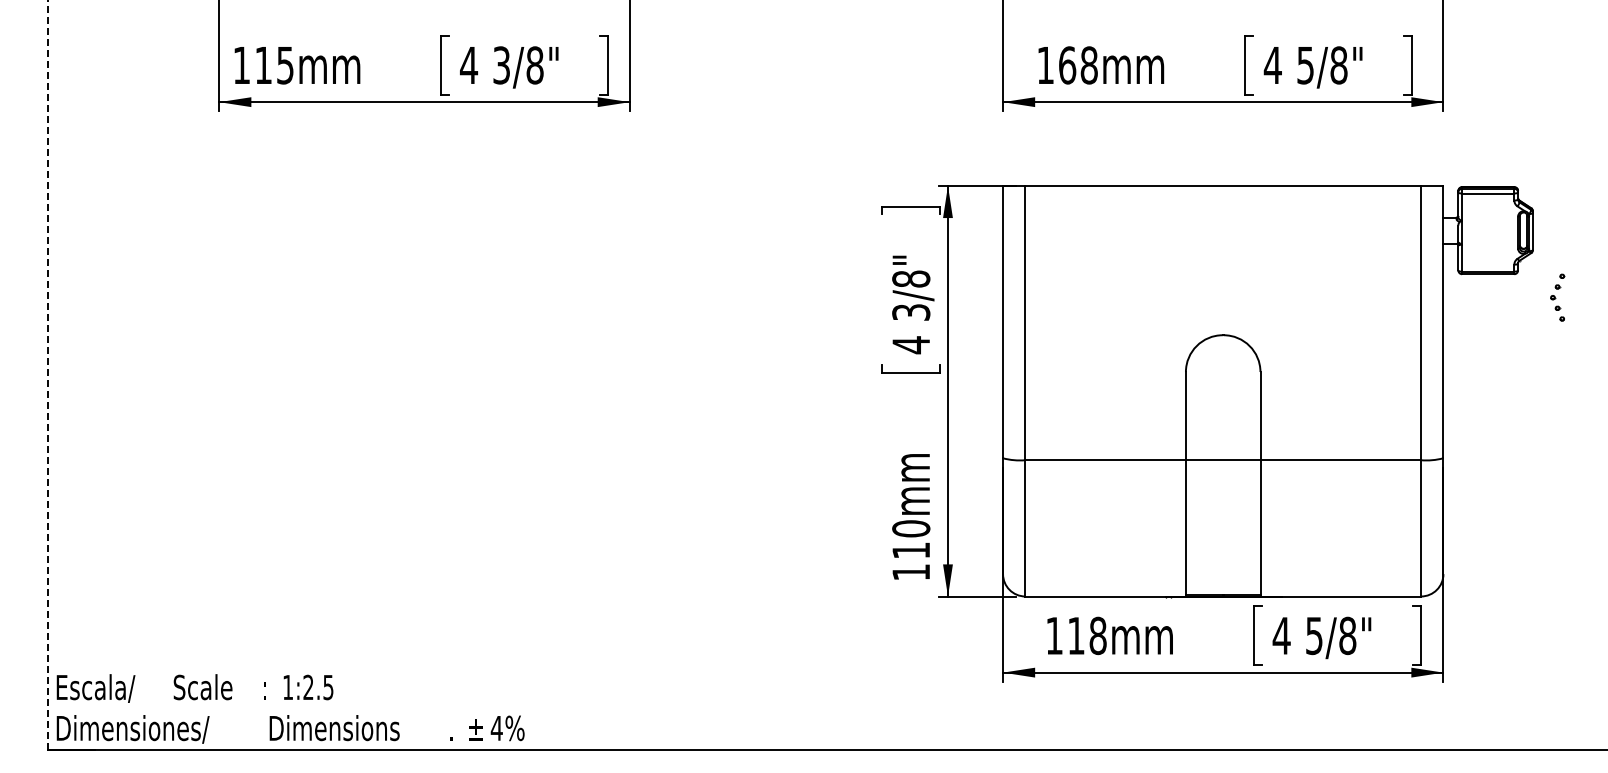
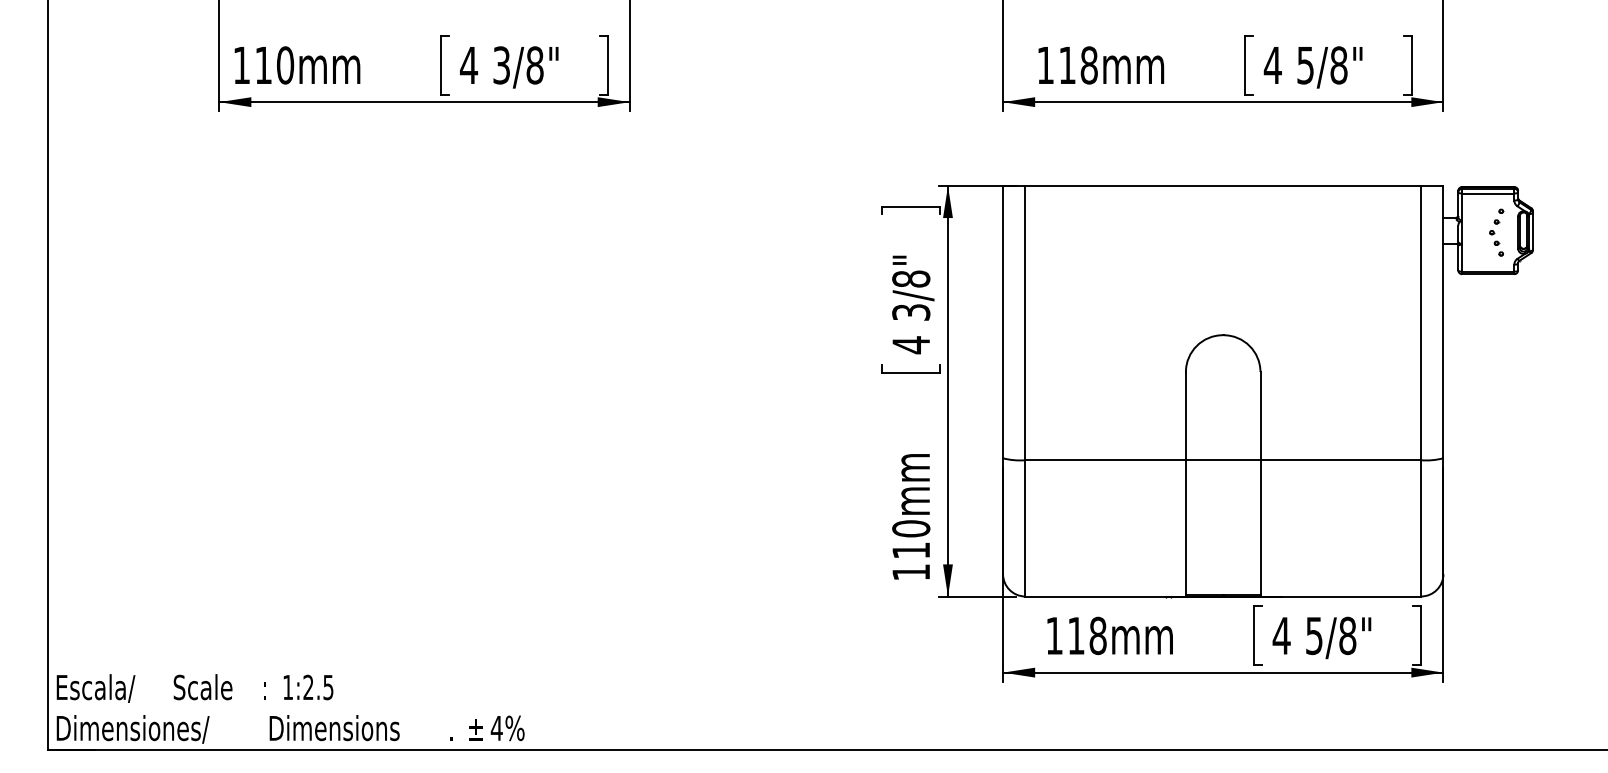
text at (285, 65): 115mm -> 110mm
text at (1067, 65): 168mm -> 118mm
part at (1557, 297) position: (1557, 297) -> (1496, 232)
line at (48, 374): dashed -> solid
